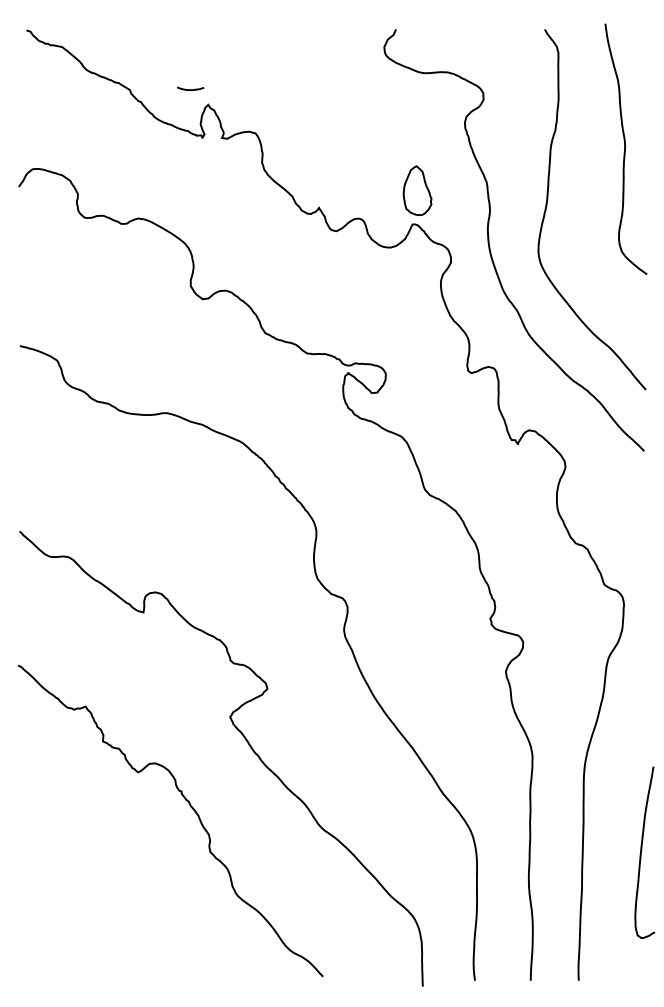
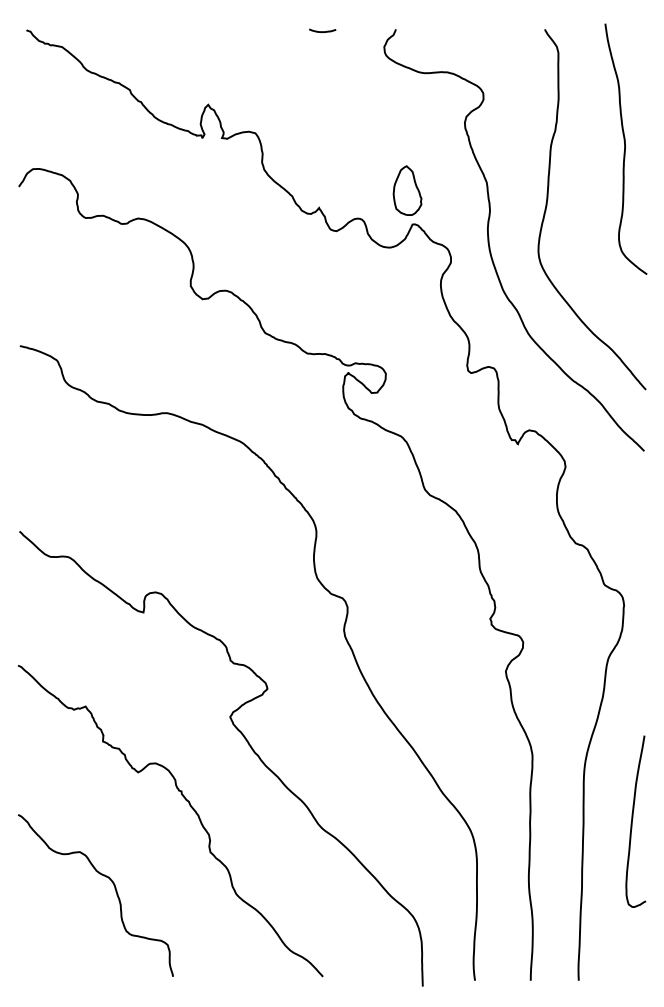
curve at (190, 89) position: (190, 89) -> (322, 31)
part at (417, 190) position: (417, 190) -> (407, 190)
curve at (642, 850) position: (642, 850) -> (633, 819)
curve at (115, 892): none -> present
